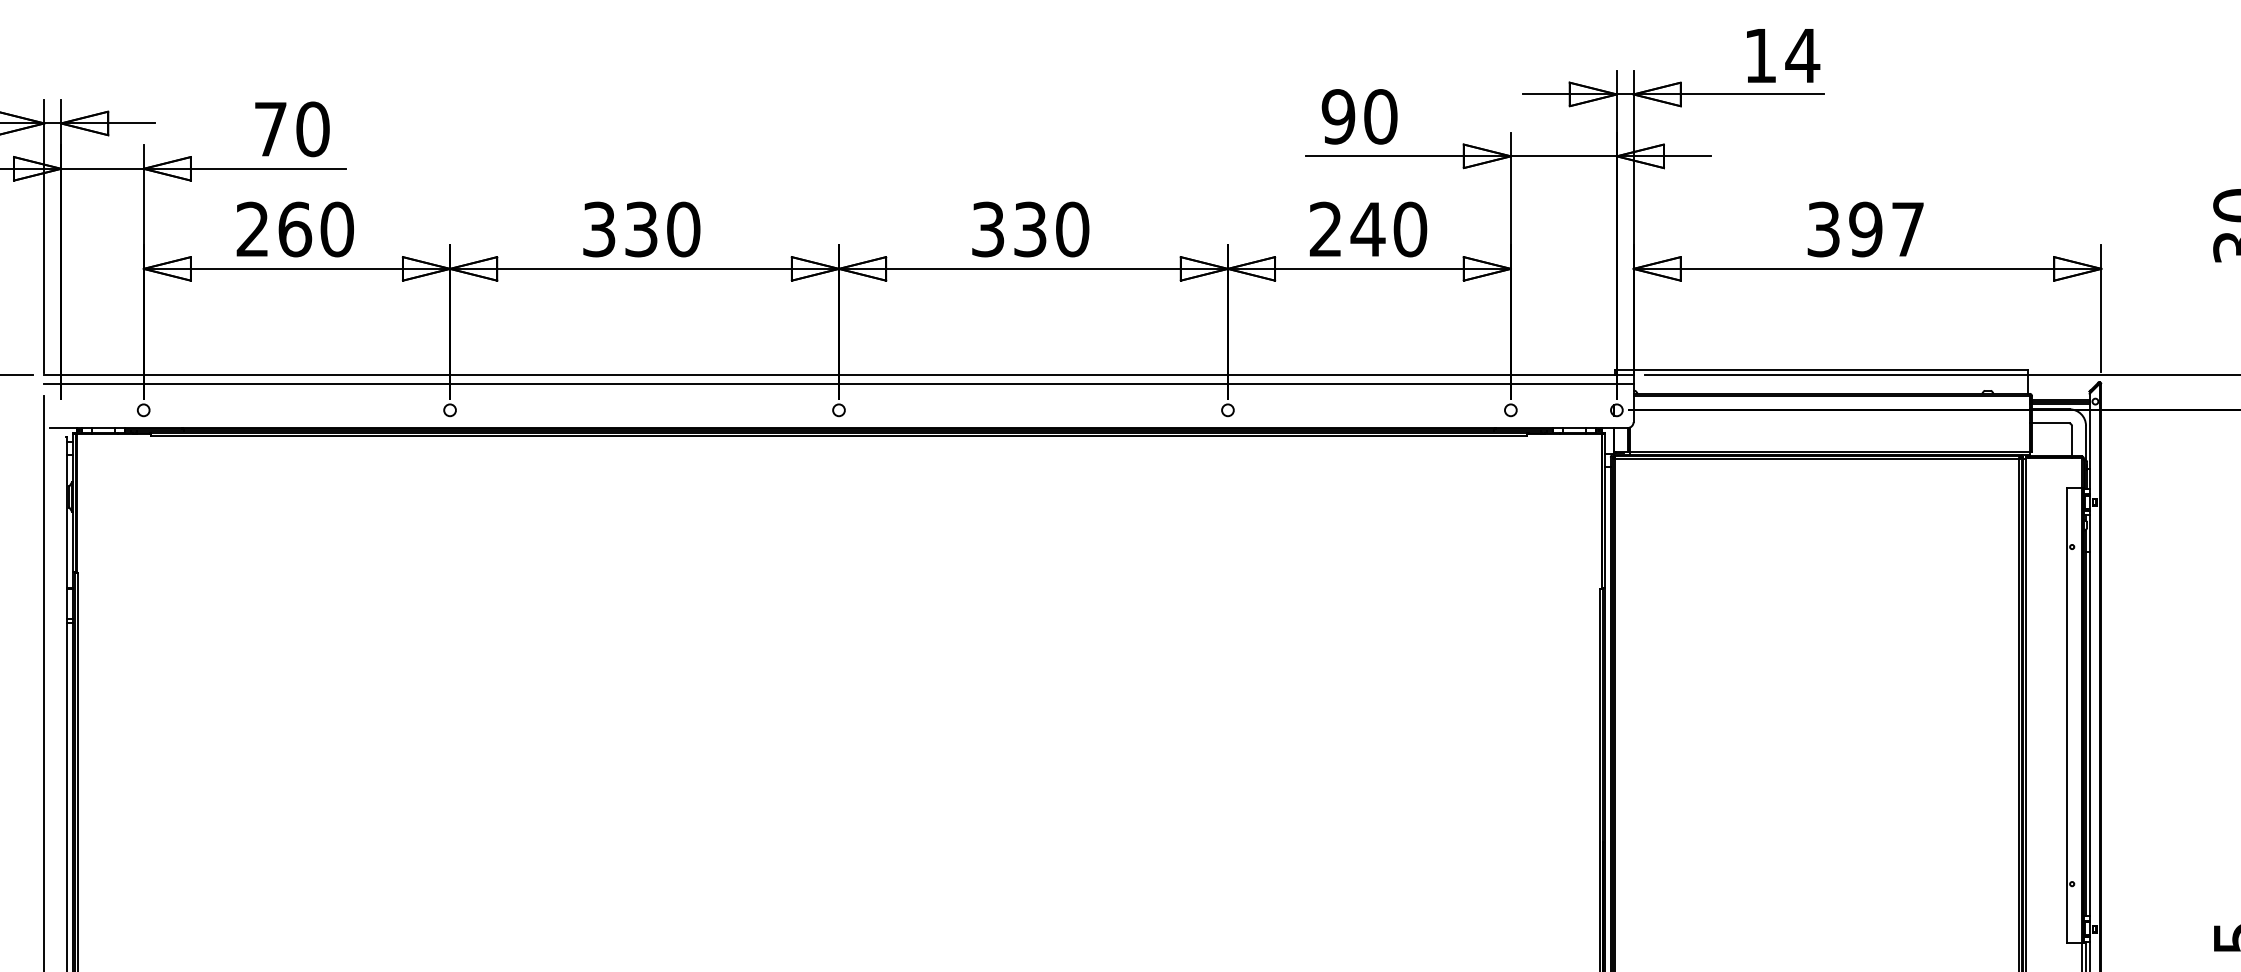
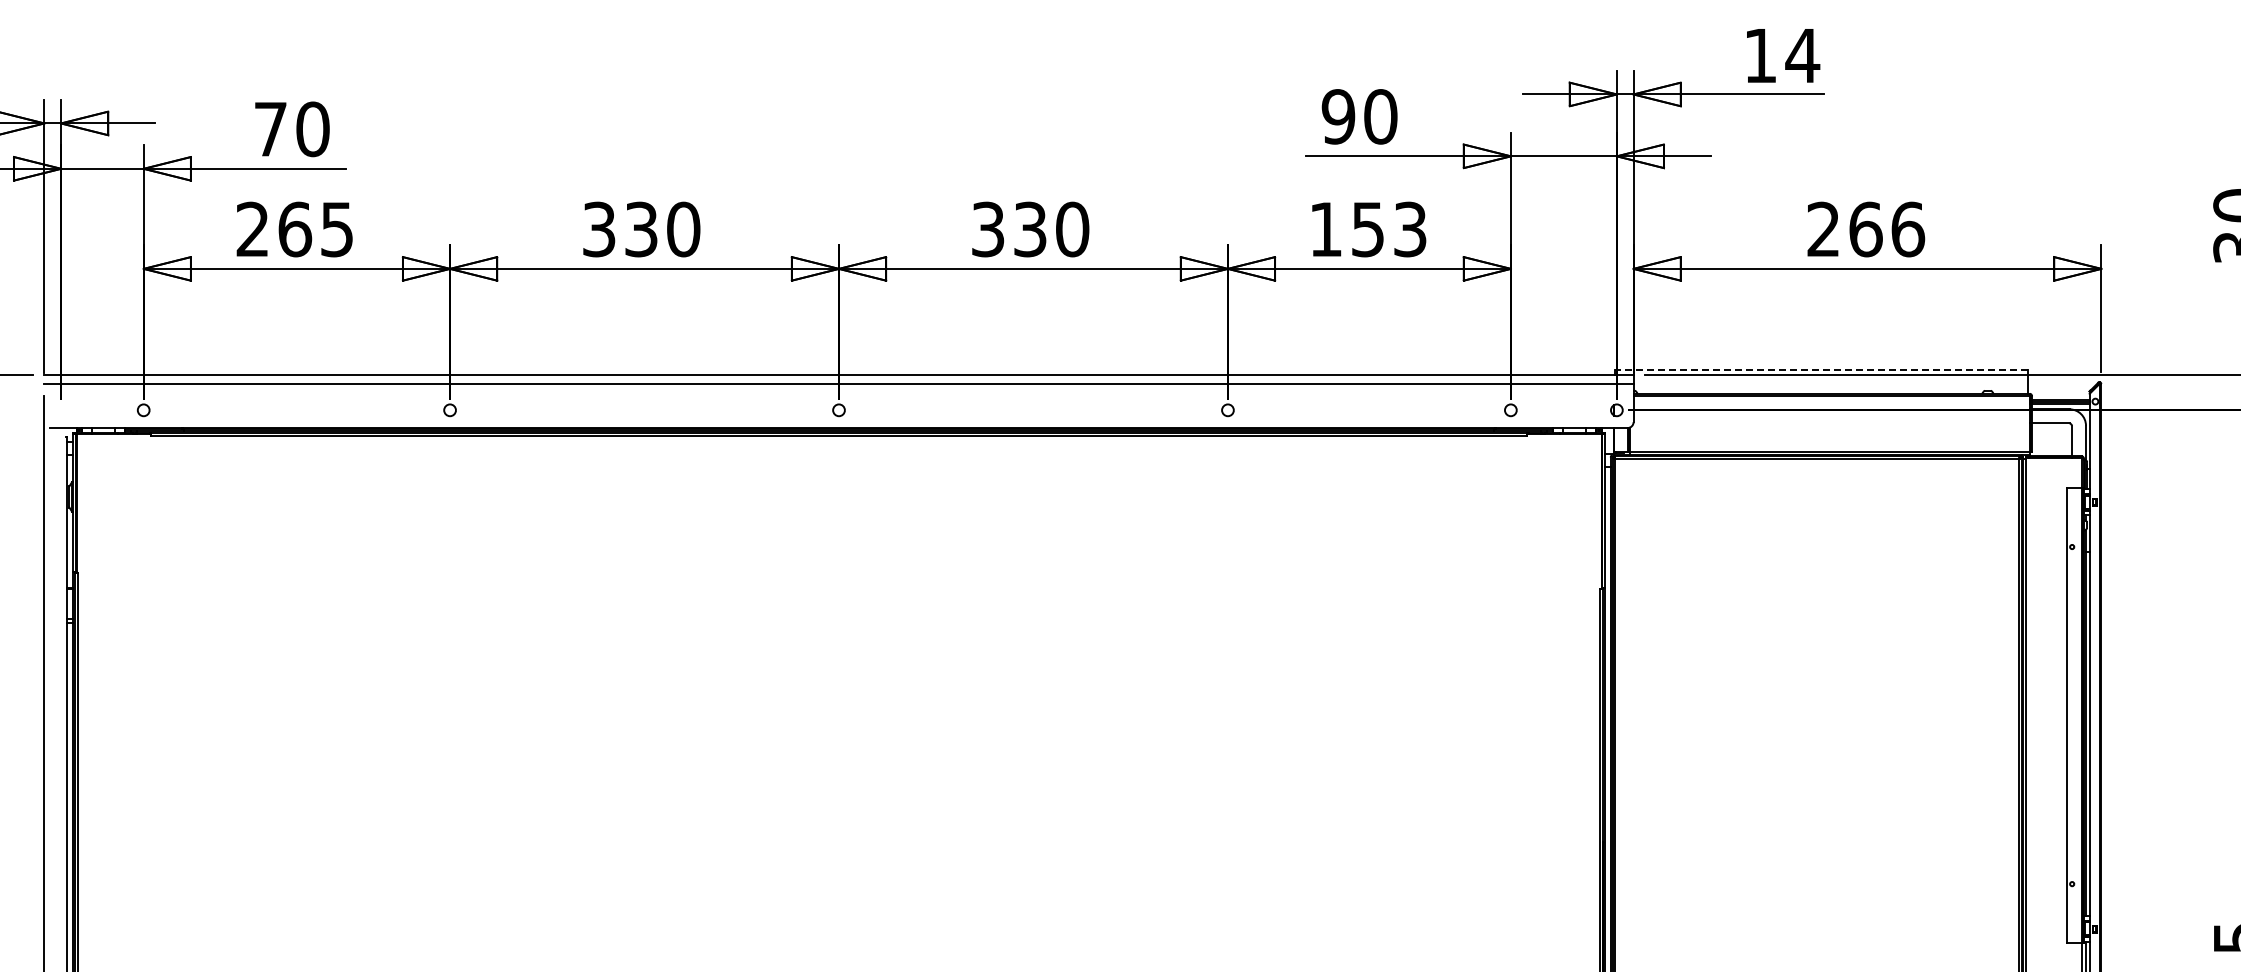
text at (336, 229): 260 -> 265
text at (1368, 229): 240 -> 153
text at (1866, 229): 397 -> 266
line at (1821, 370): solid -> dashed
